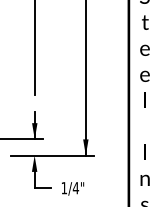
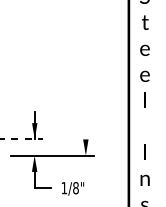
line at (34, 48): present -> none
line at (85, 78): present -> none
line at (21, 139): solid -> dashed
text at (75, 188): 1/4" -> 1/8"
